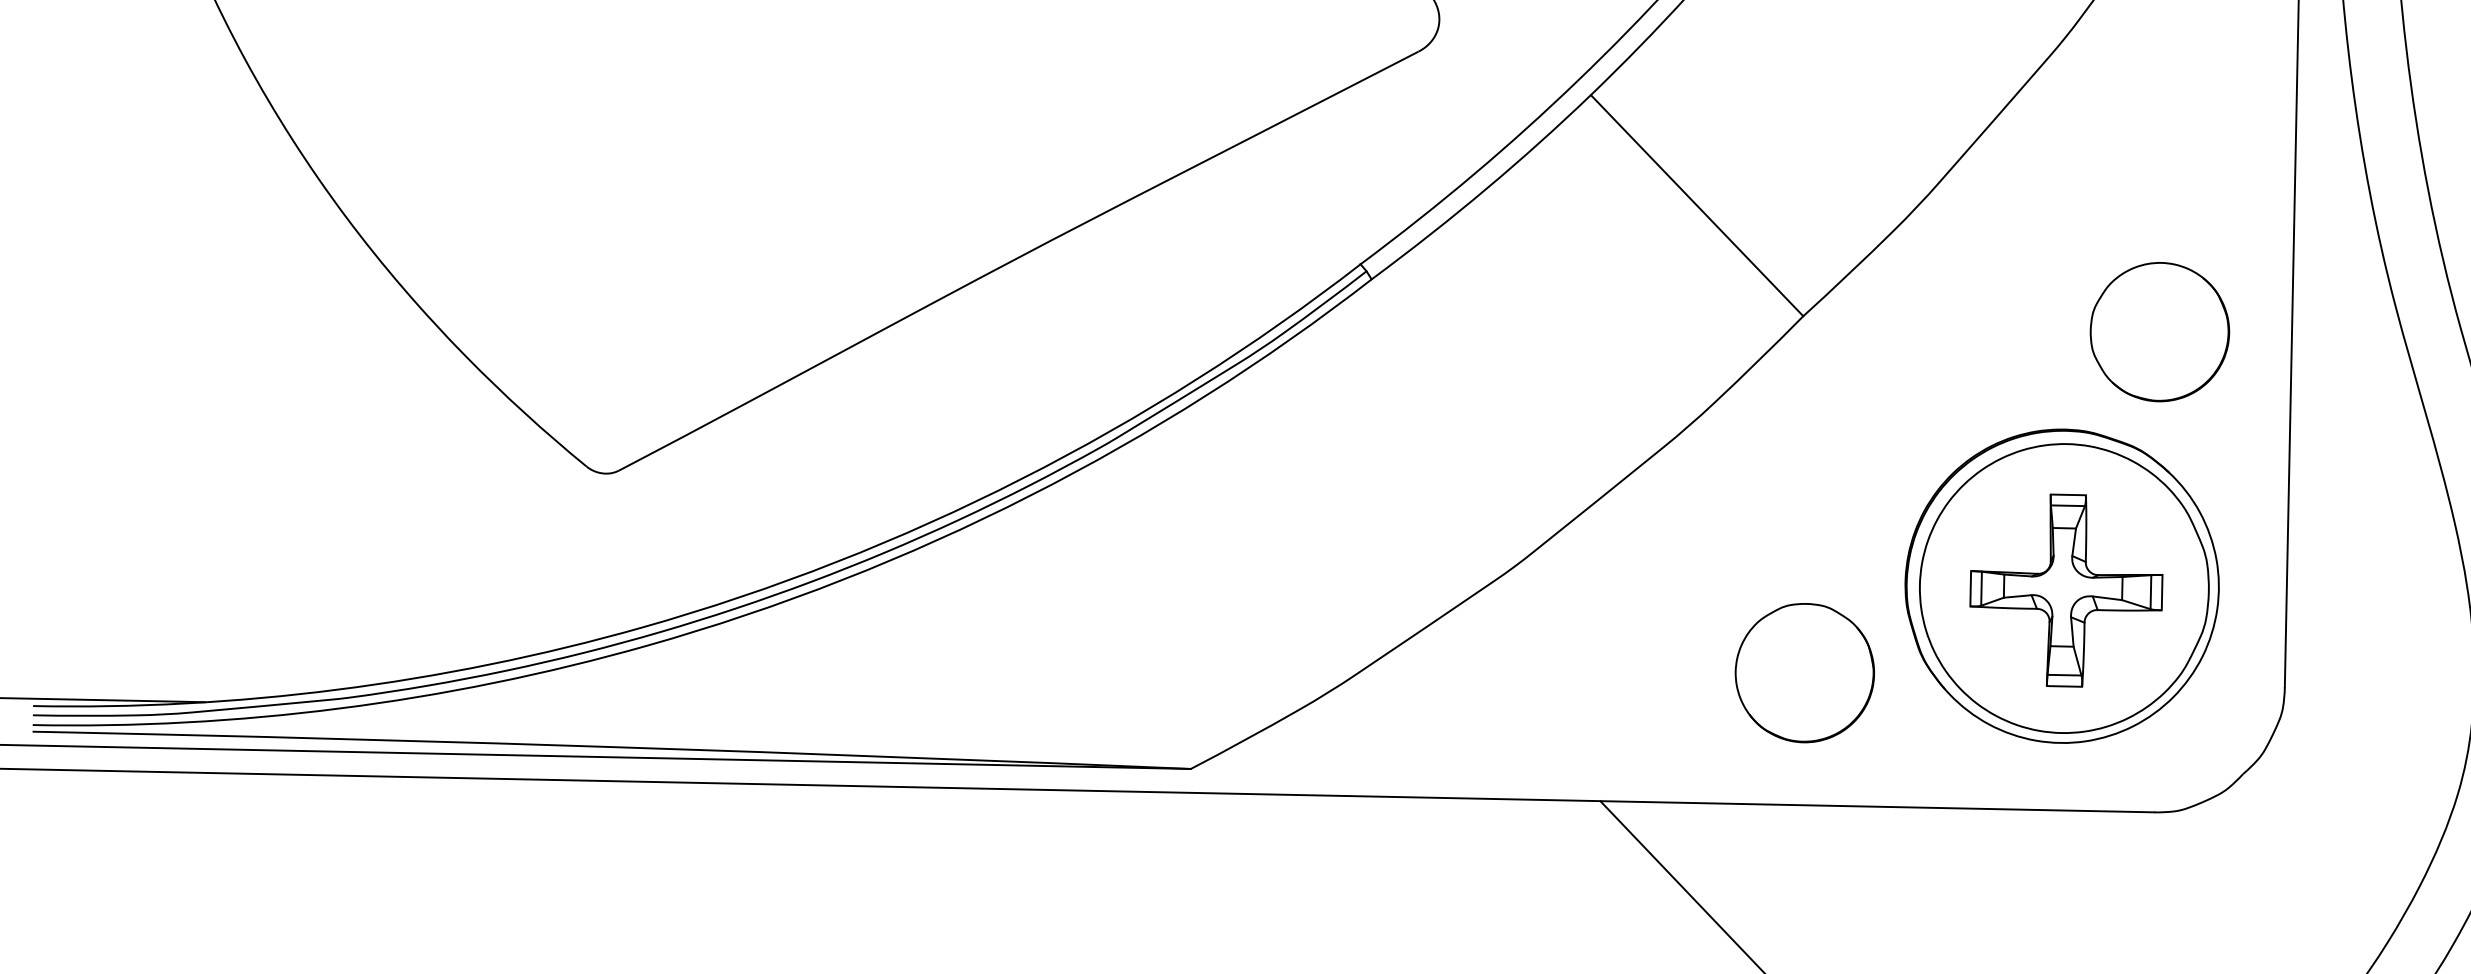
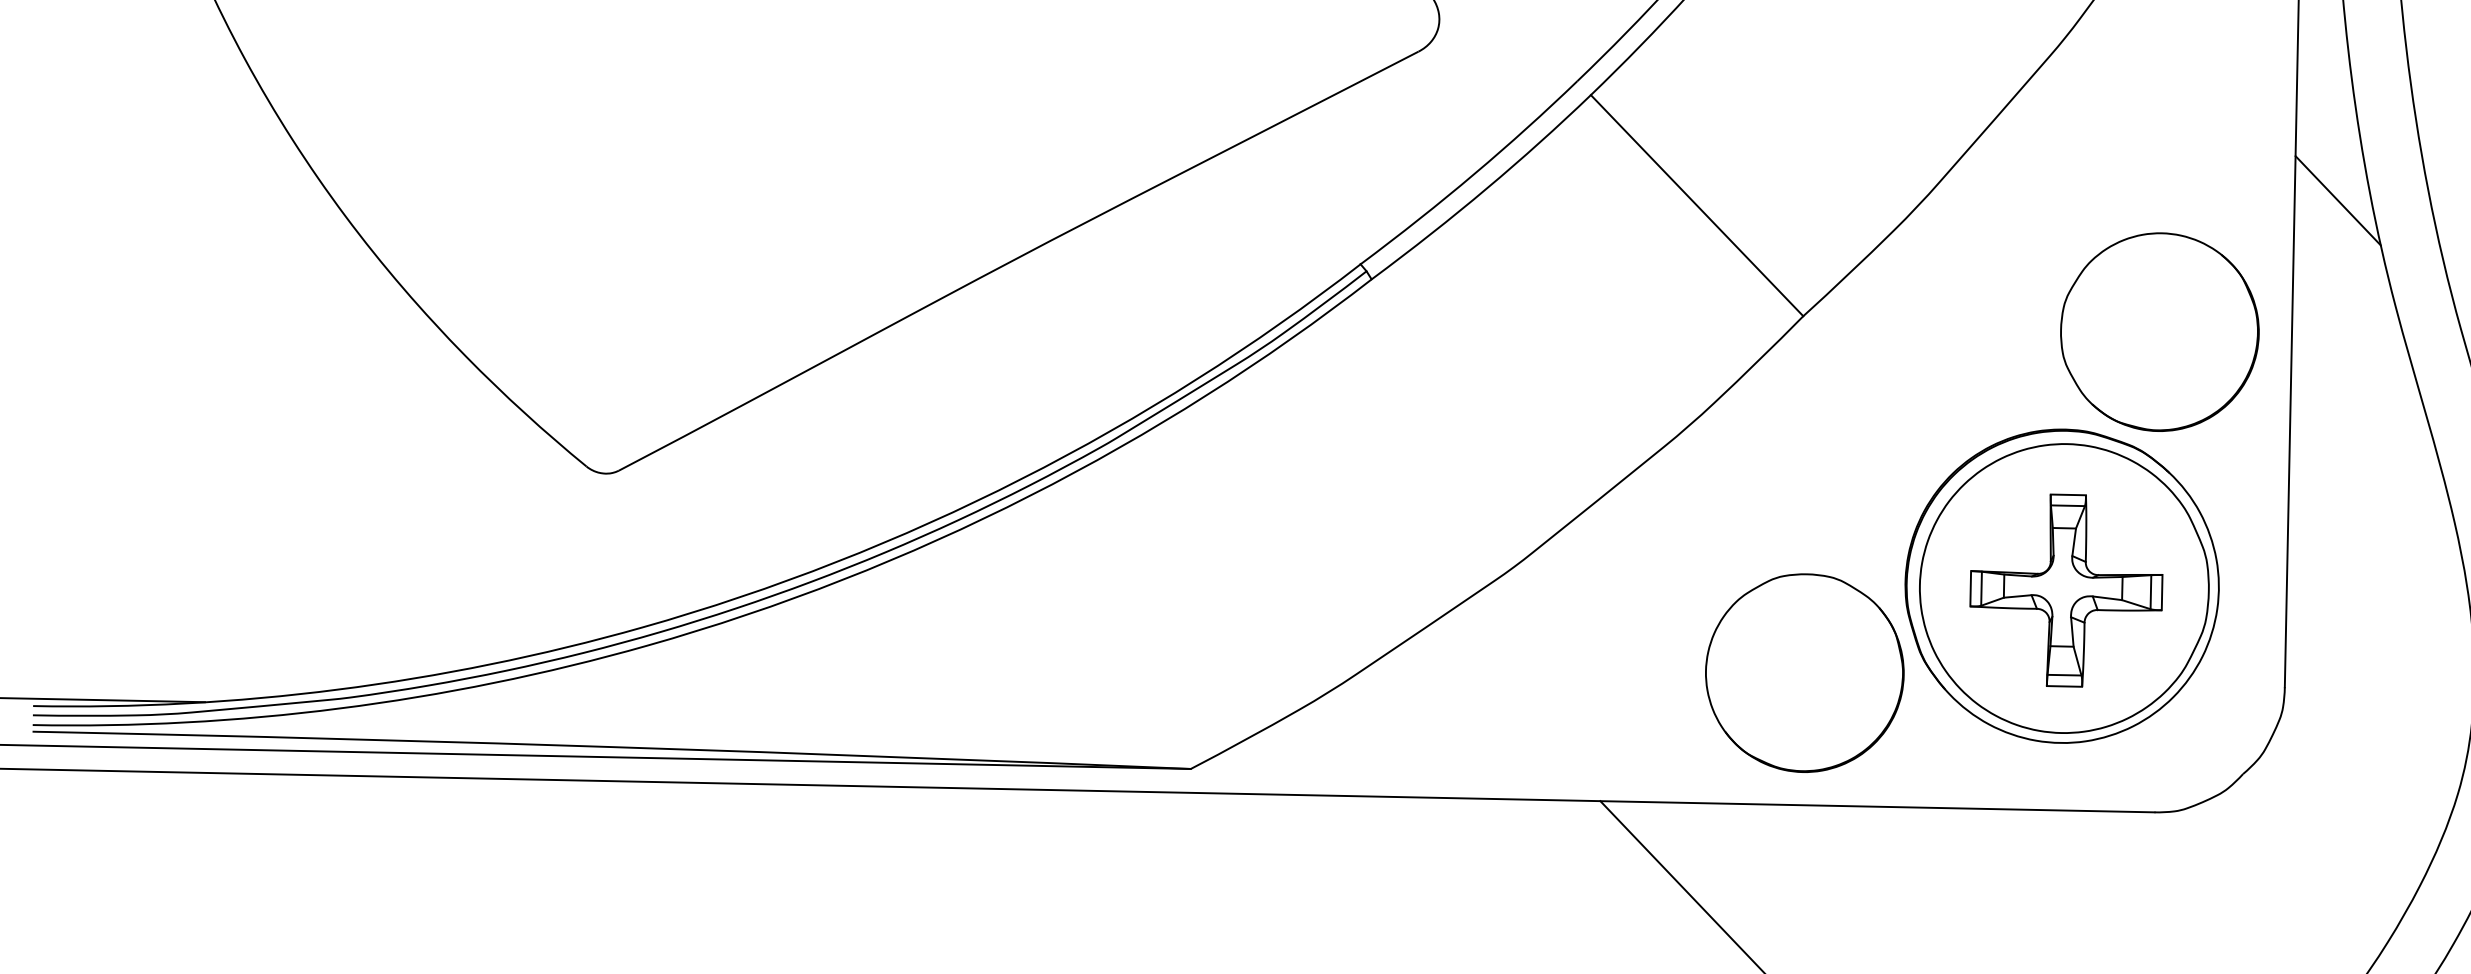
line at (2337, 200): none -> present
part at (2159, 332) size: 142x141 px -> 200x200 px
part at (1804, 673) size: 141x141 px -> 200x200 px
